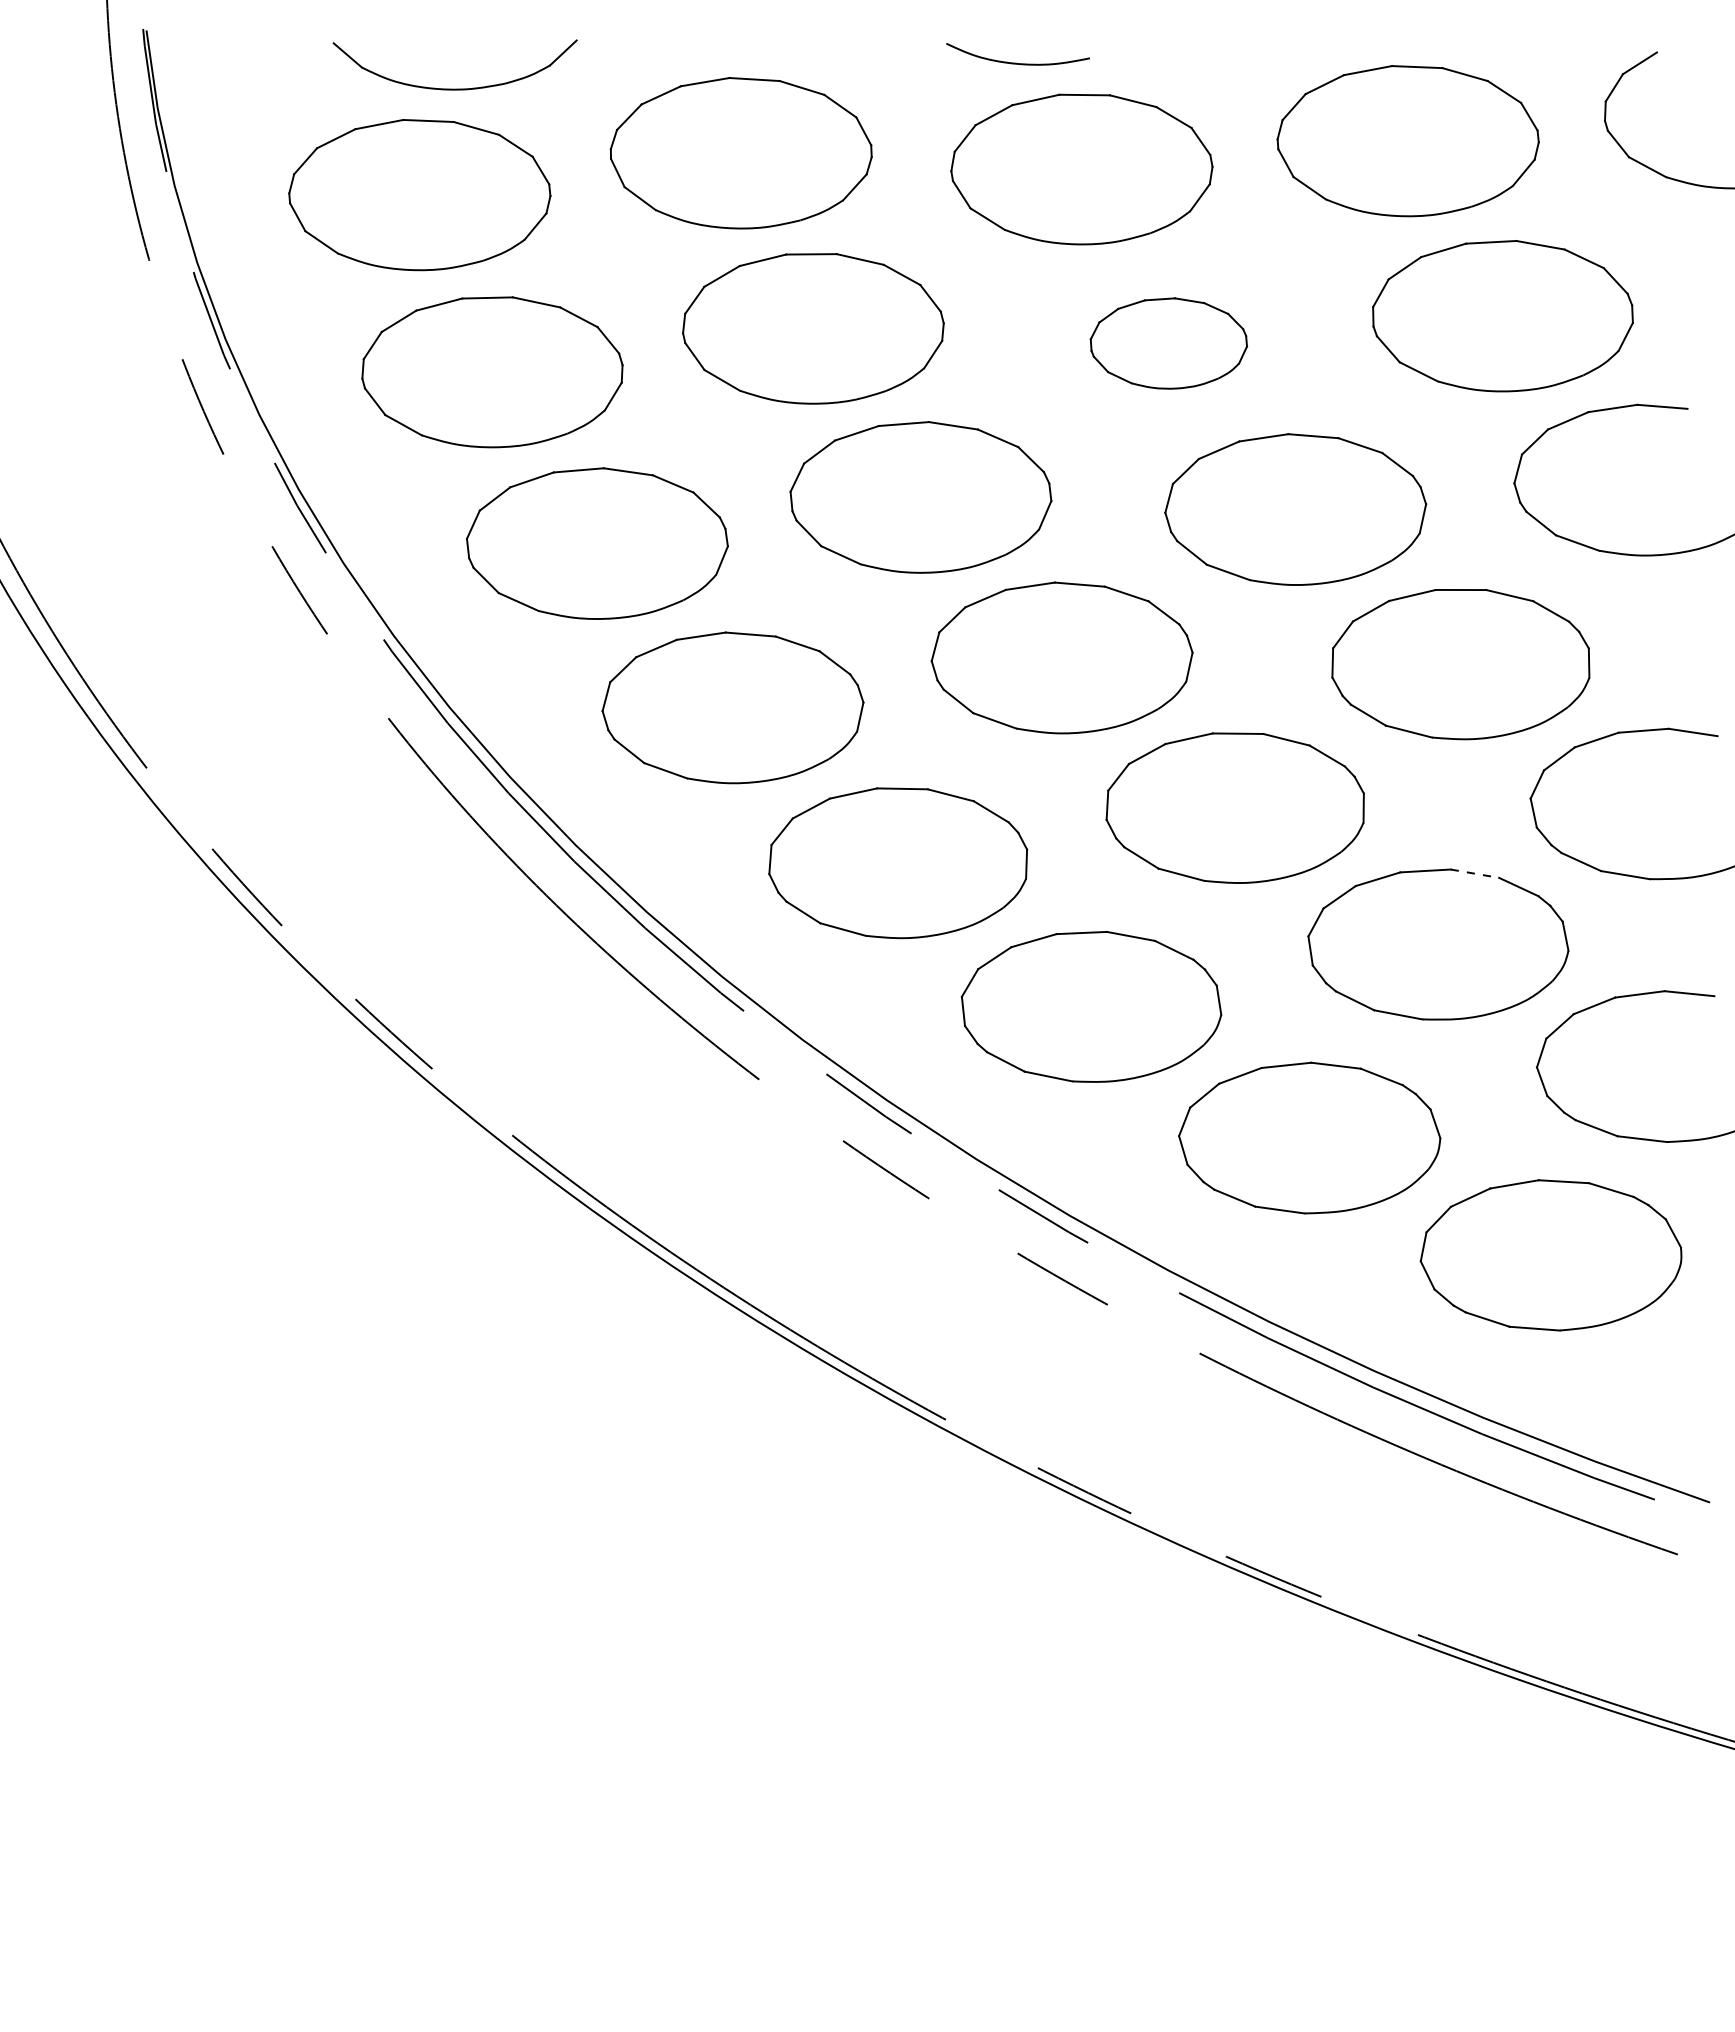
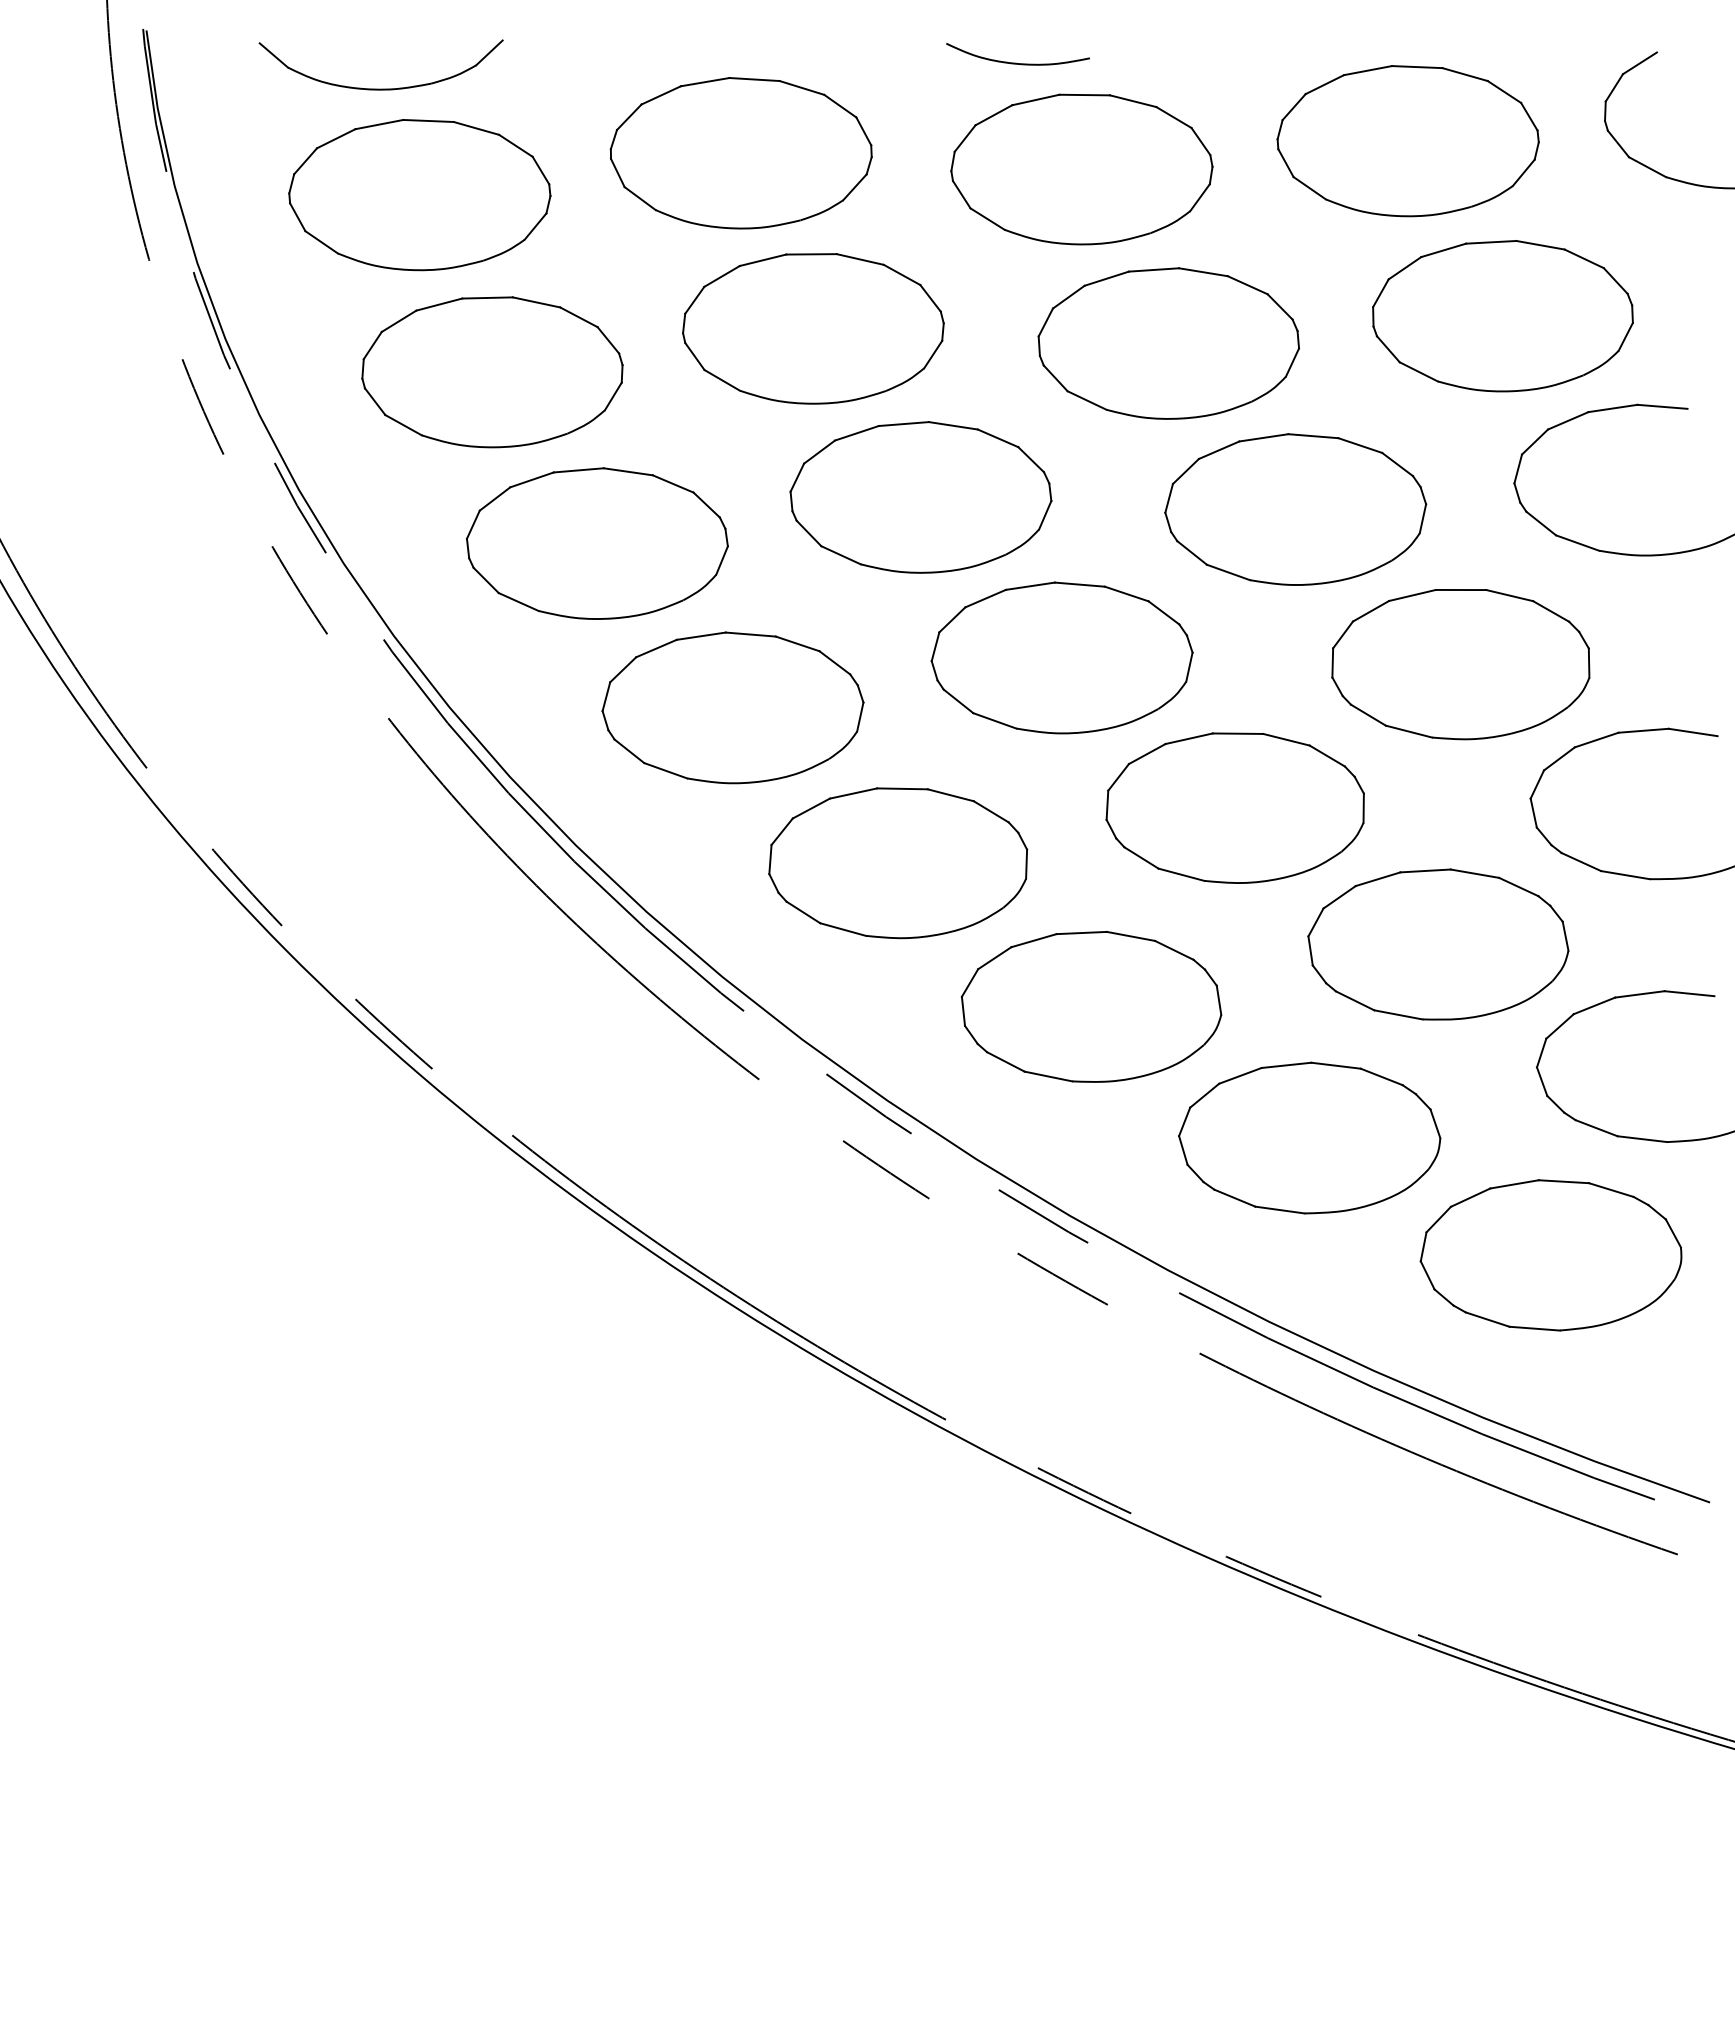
part at (454, 88) position: (454, 88) -> (380, 88)
part at (1168, 343) size: 159x93 px -> 264x153 px
line at (1474, 873): dashed -> solid
